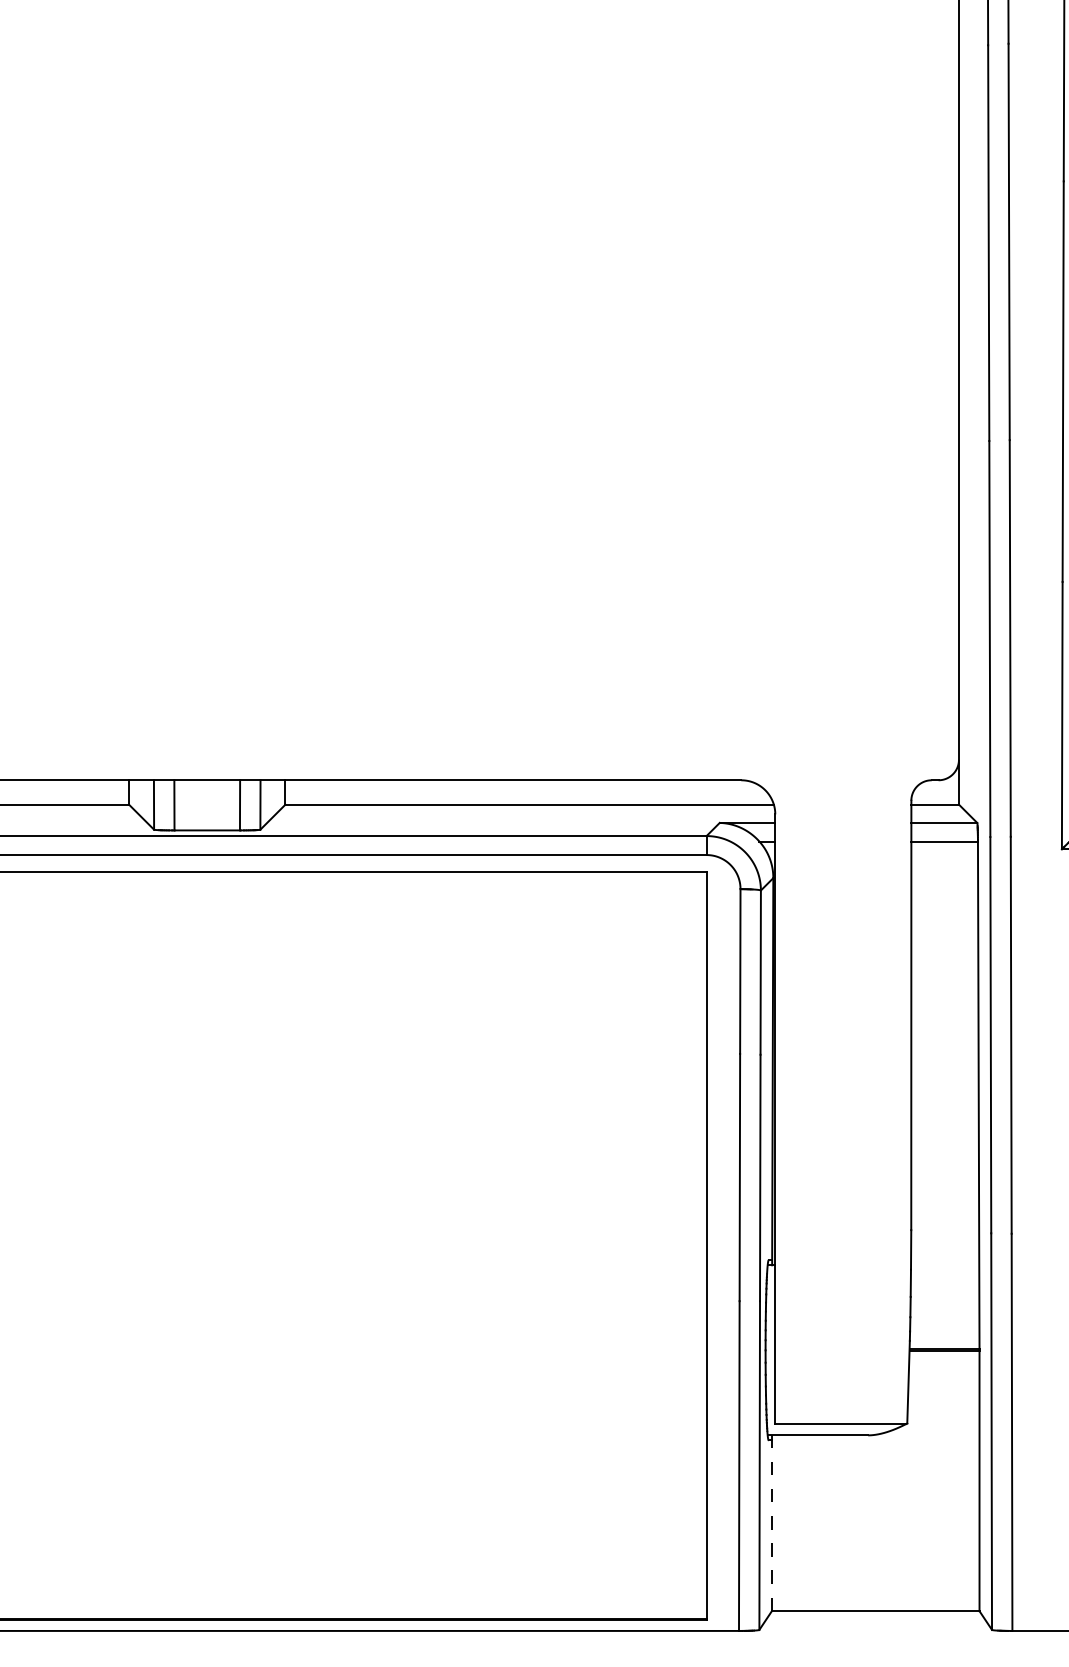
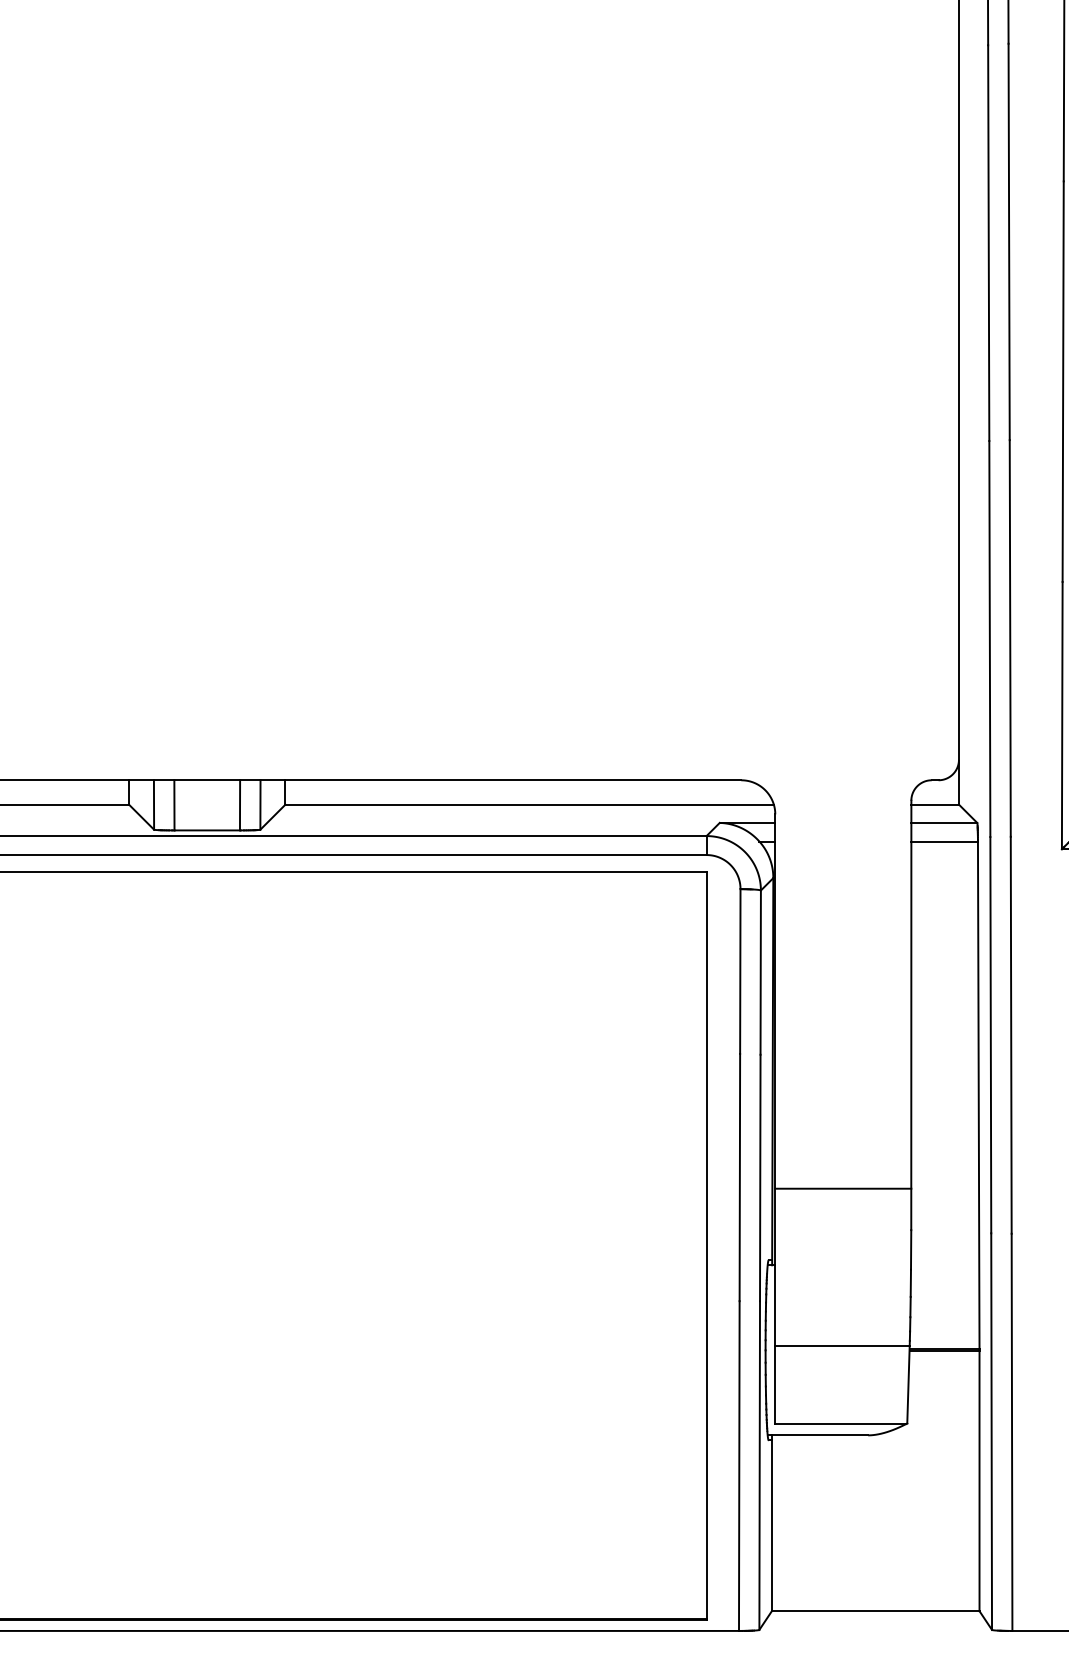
line at (843, 1188): none -> present
line at (842, 1346): none -> present
line at (771, 1523): dashed -> solid
